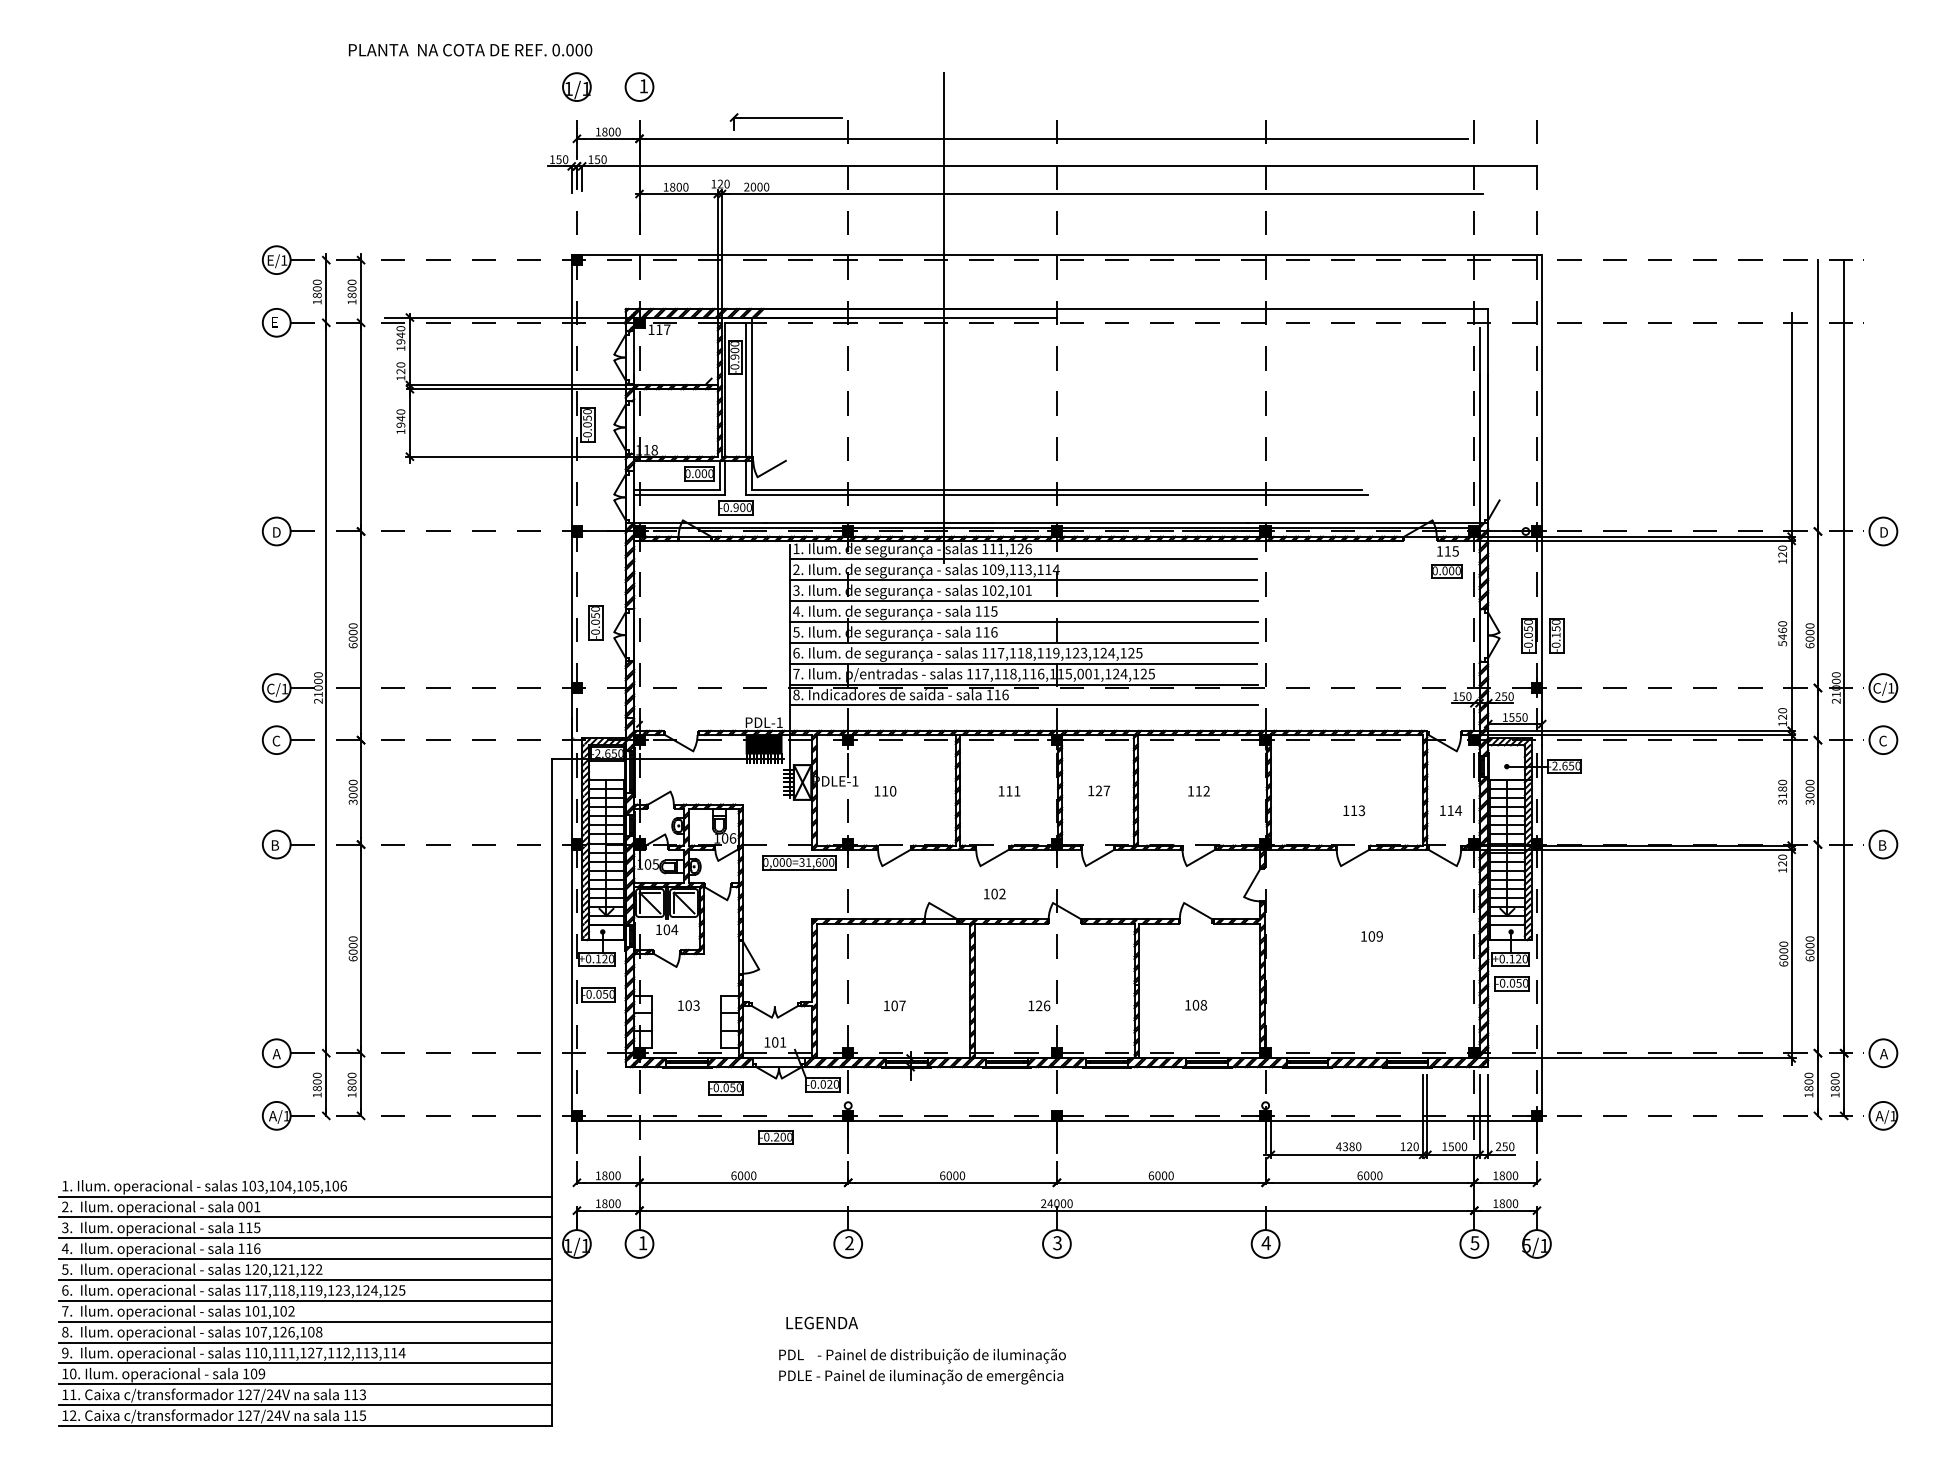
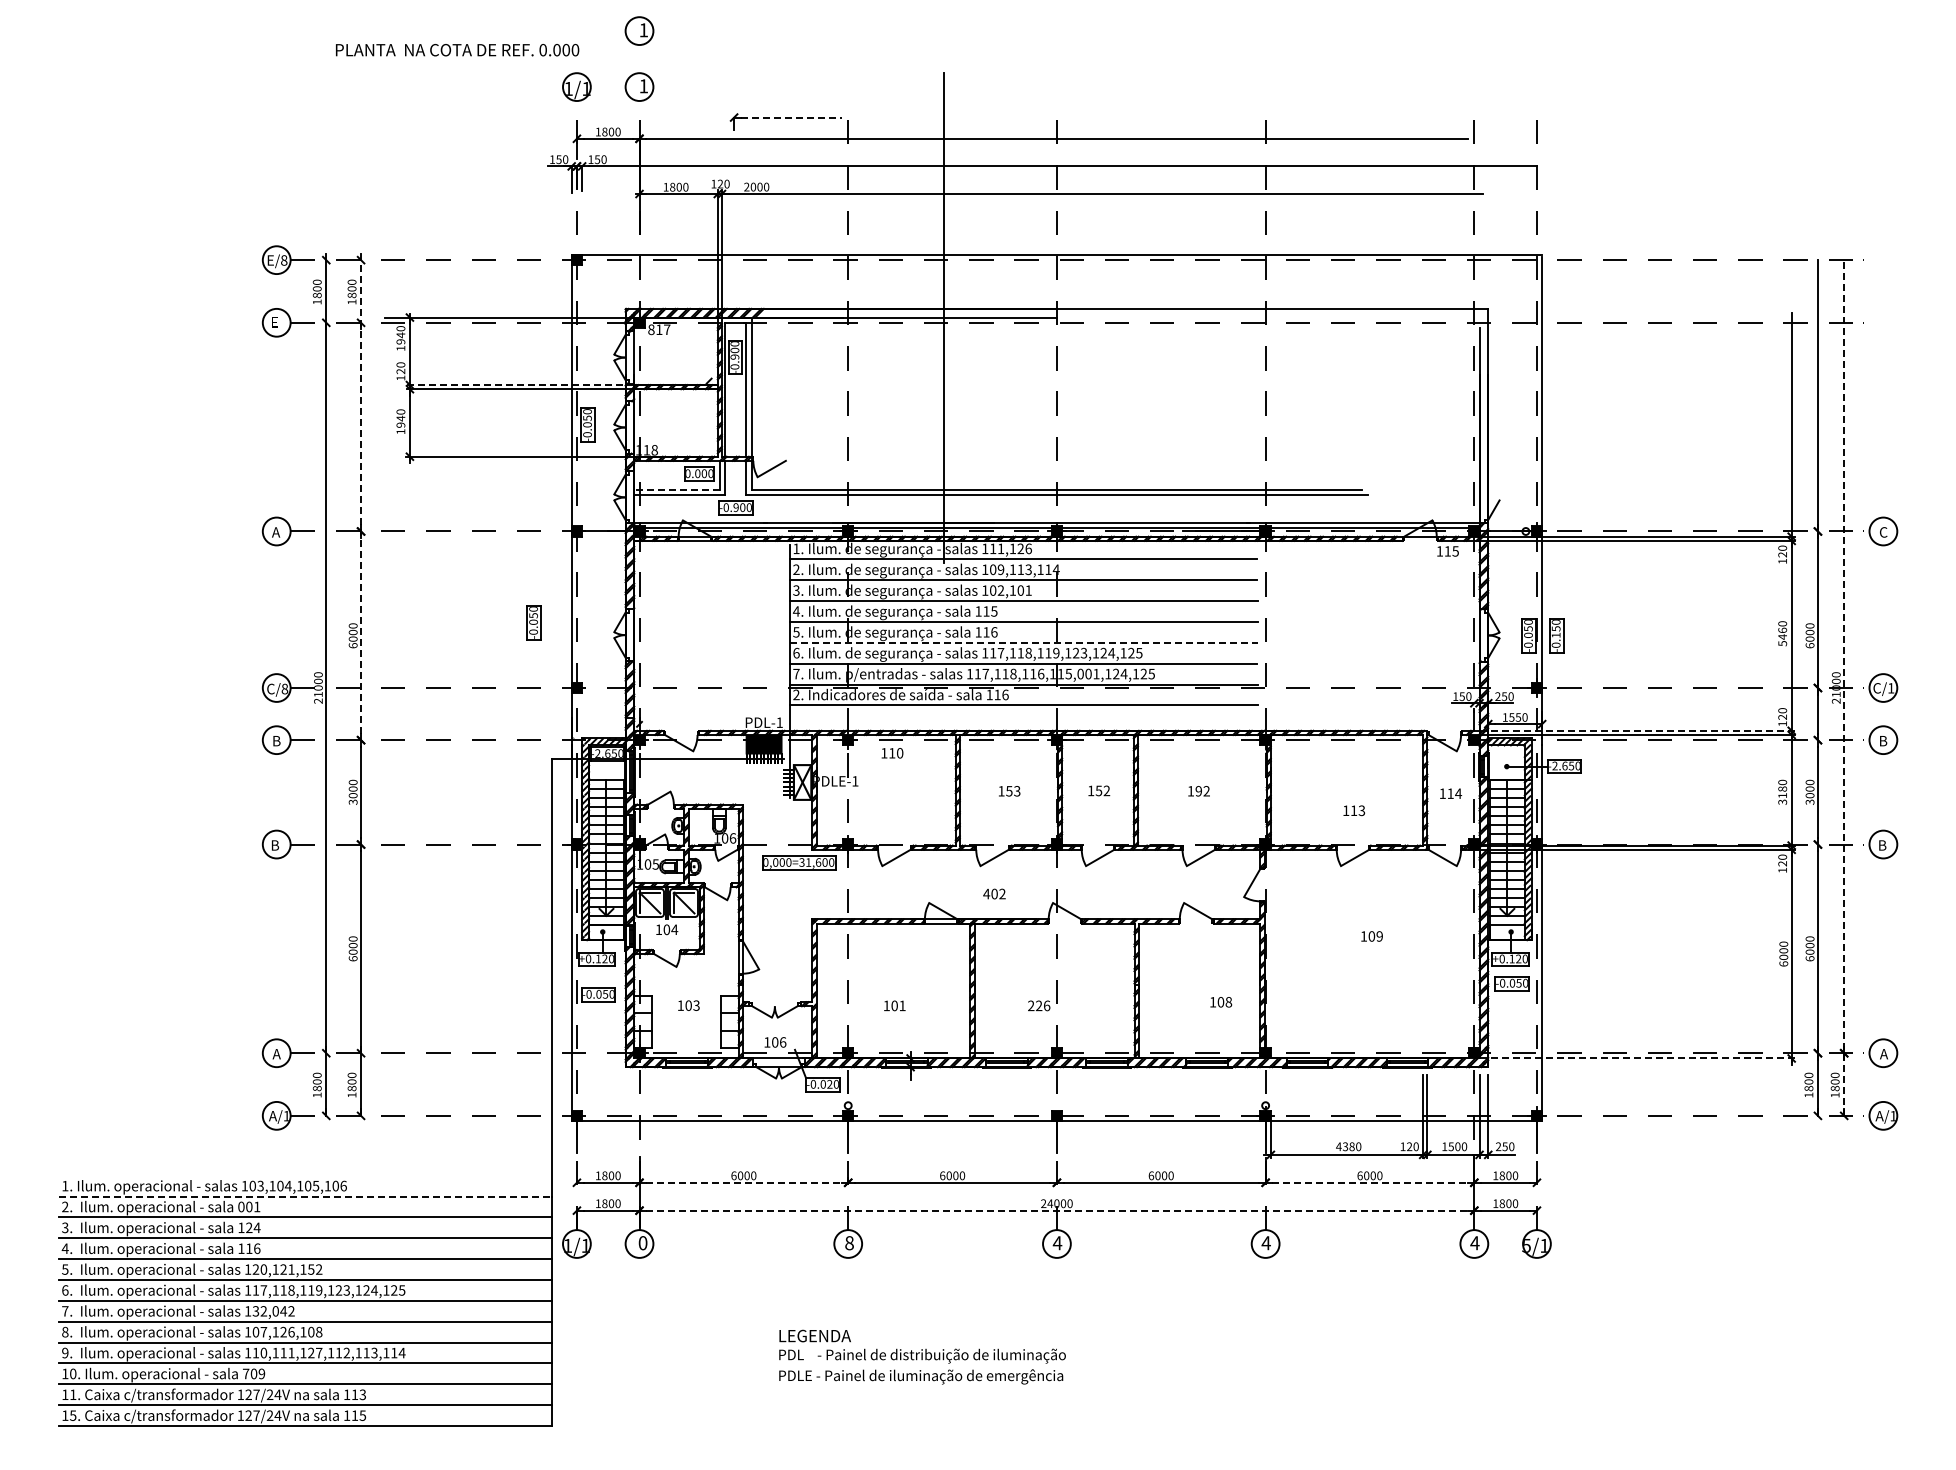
part at (639, 30): none -> present
text at (470, 50) position: (470, 50) -> (457, 50)
line at (791, 117): solid -> dashed
text at (284, 260): E/1 -> E/8
text at (651, 329): 117 -> 817
line at (520, 384): solid -> dashed
line at (677, 489): solid -> dashed
line at (361, 496): solid -> dashed
text at (276, 532): D -> А
text at (1883, 532): D -> C
part at (1446, 571): present -> none
part at (595, 622) position: (595, 622) -> (533, 622)
line at (1023, 642): solid -> dashed
text at (284, 688): C/1 -> C/8
line at (1844, 688): solid -> dashed
text at (796, 694): 8. -> 2.
line at (1637, 730): solid -> dashed
text at (276, 740): C -> B
text at (1883, 740): C -> B
text at (1102, 790): 127 -> 152
text at (885, 791) position: (885, 791) -> (892, 753)
text at (1013, 791): 111 -> 153
text at (1198, 791): 112 -> 192
text at (1451, 810) position: (1451, 810) -> (1451, 793)
text at (986, 893): 102 -> 402
text at (902, 1005): 107 -> 101
text at (1031, 1005): 126 -> 226
text at (1196, 1005) position: (1196, 1005) -> (1221, 1002)
text at (783, 1042): 101 -> 106
line at (1638, 1058): solid -> dashed
part at (725, 1088): present -> none
part at (775, 1137): present -> none
line at (743, 1182): solid -> dashed
line at (1369, 1182): solid -> dashed
line at (305, 1196): solid -> dashed
line at (1056, 1210): solid -> dashed
text at (253, 1227): 115 -> 124
text at (642, 1243): 1 -> 0
text at (849, 1243): 2 -> 8
text at (1057, 1243): 3 -> 4
text at (1474, 1243): 5 -> 4
text at (311, 1269): 120,121,122 -> 120,121,152
text at (269, 1311): 101,102 -> 132,042
text at (821, 1322) position: (821, 1322) -> (814, 1335)
text at (246, 1373): 109 -> 709
text at (73, 1415): 12. -> 15.
